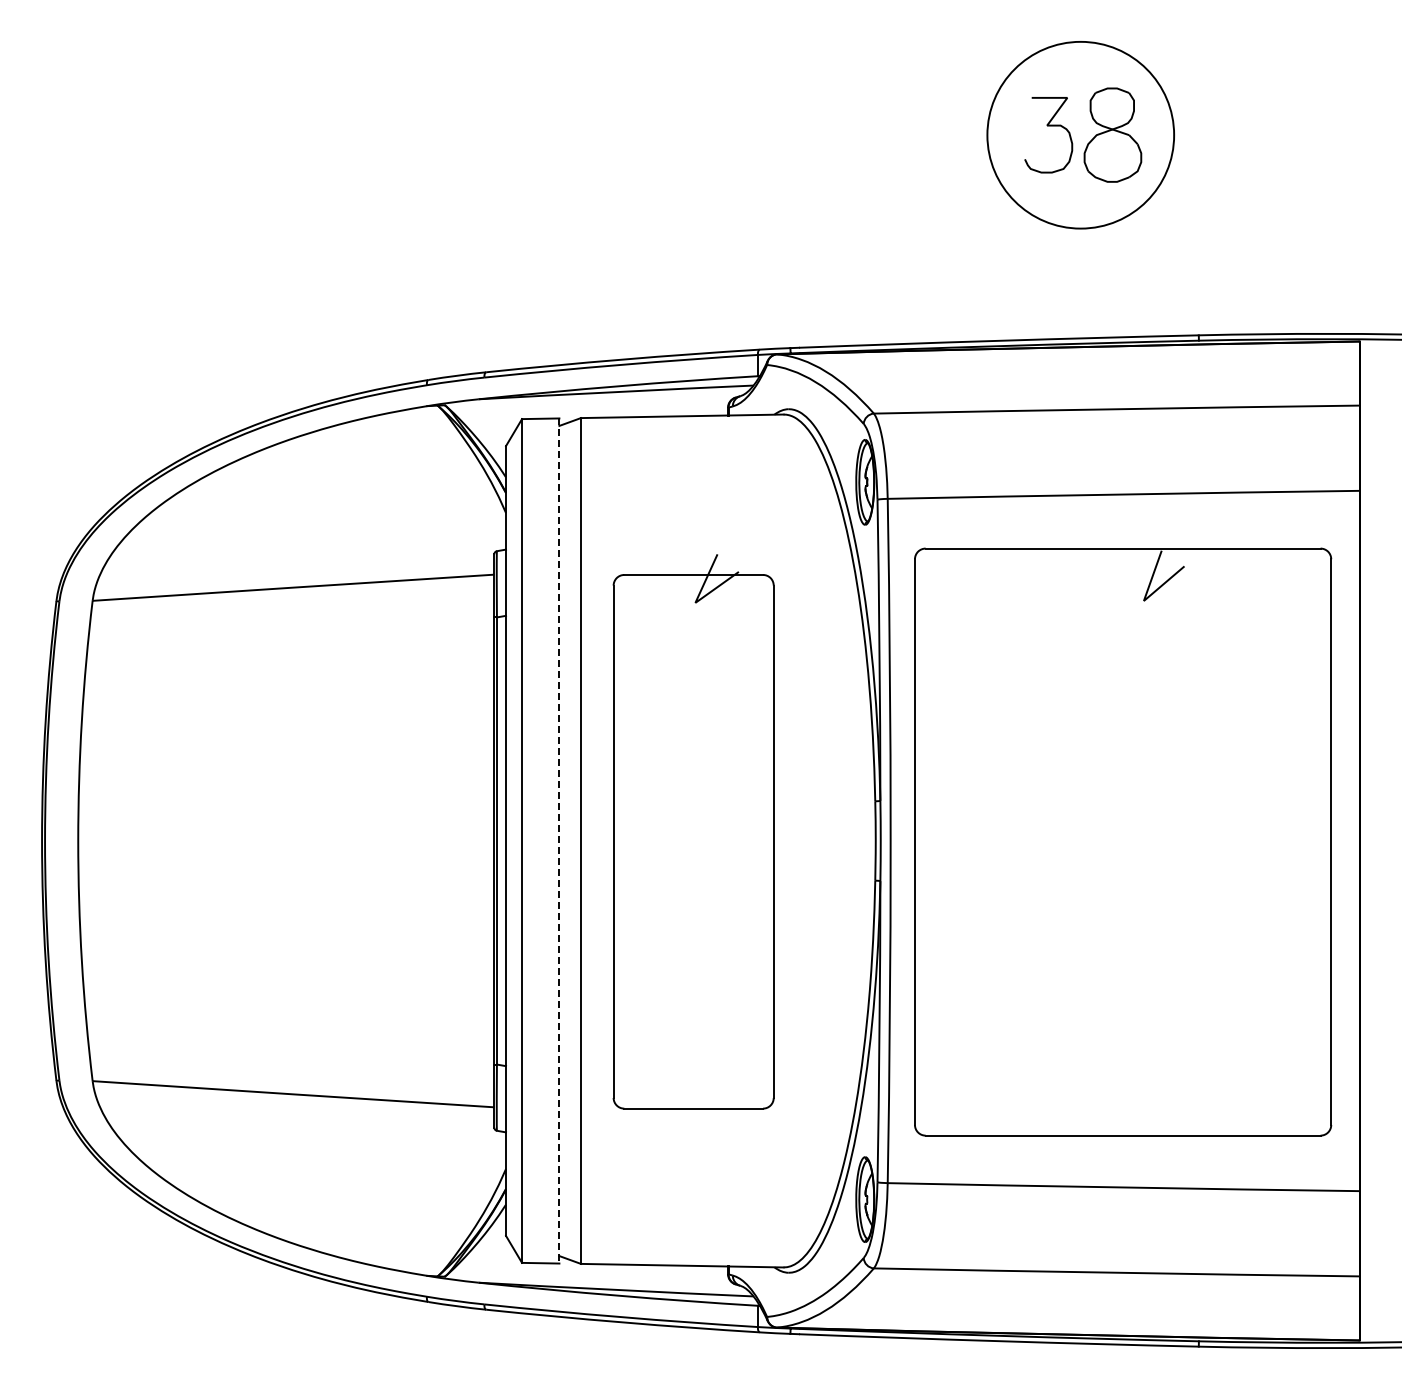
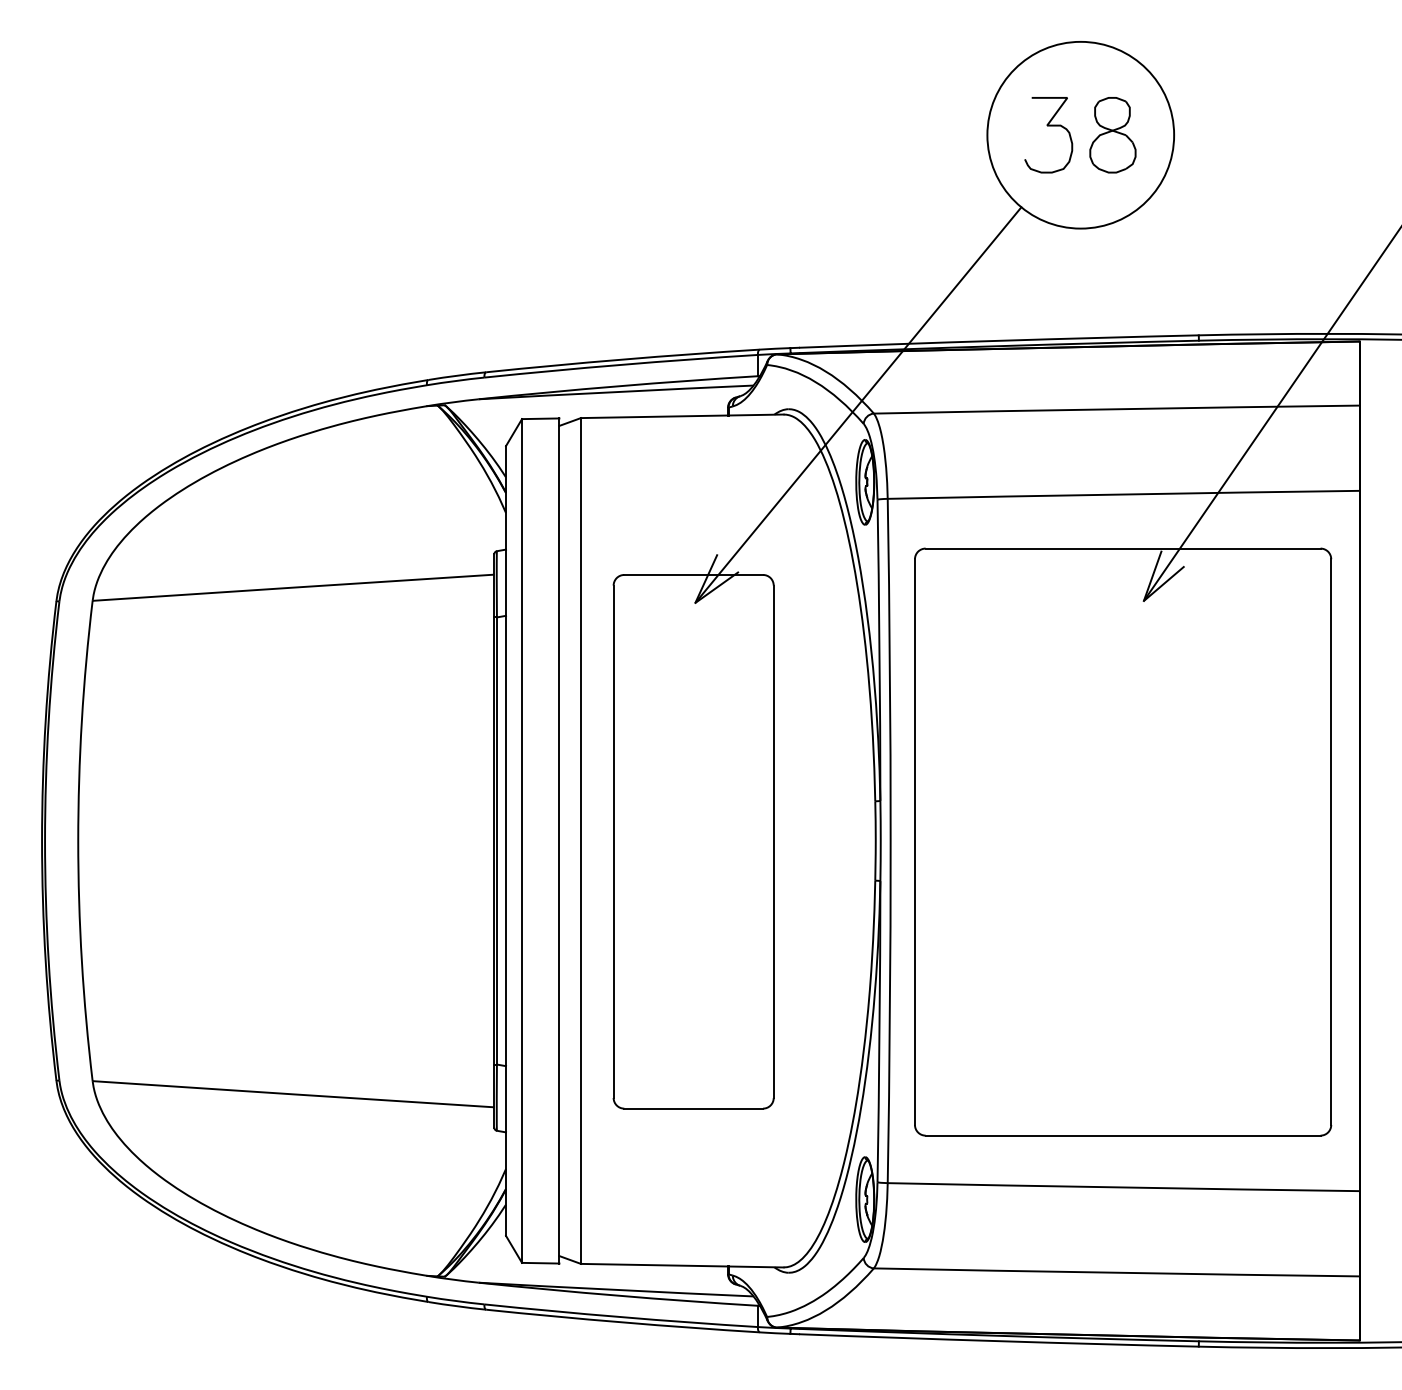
part at (1112, 134) size: 60x96 px -> 48x77 px
line at (858, 404): none -> present
line at (1270, 415): none -> present
line at (559, 841): dashed -> solid
